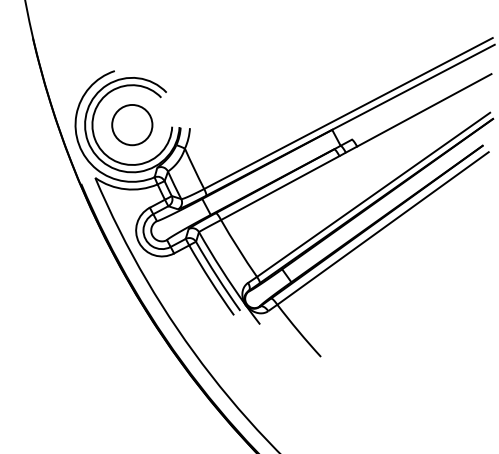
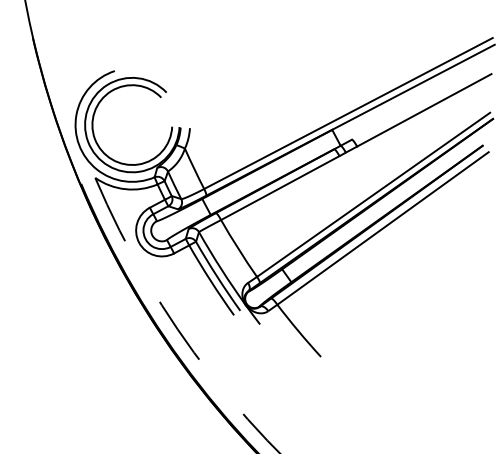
circle at (132, 125): present -> none
arc at (174, 325): solid -> dashed
